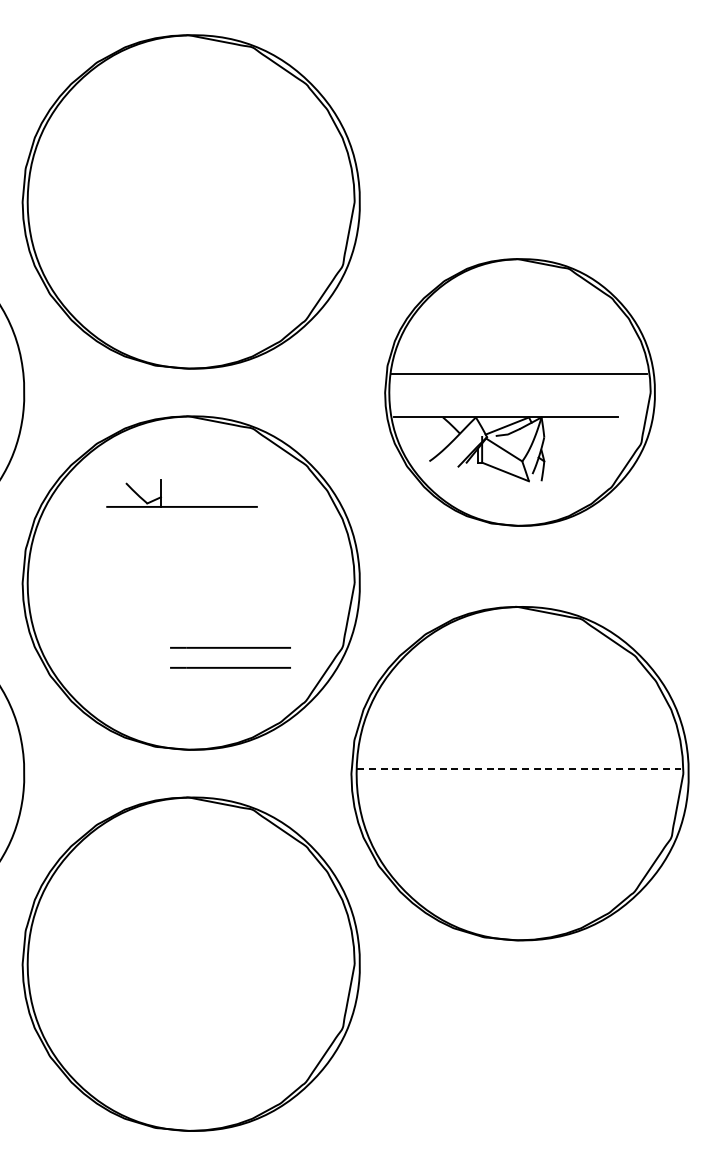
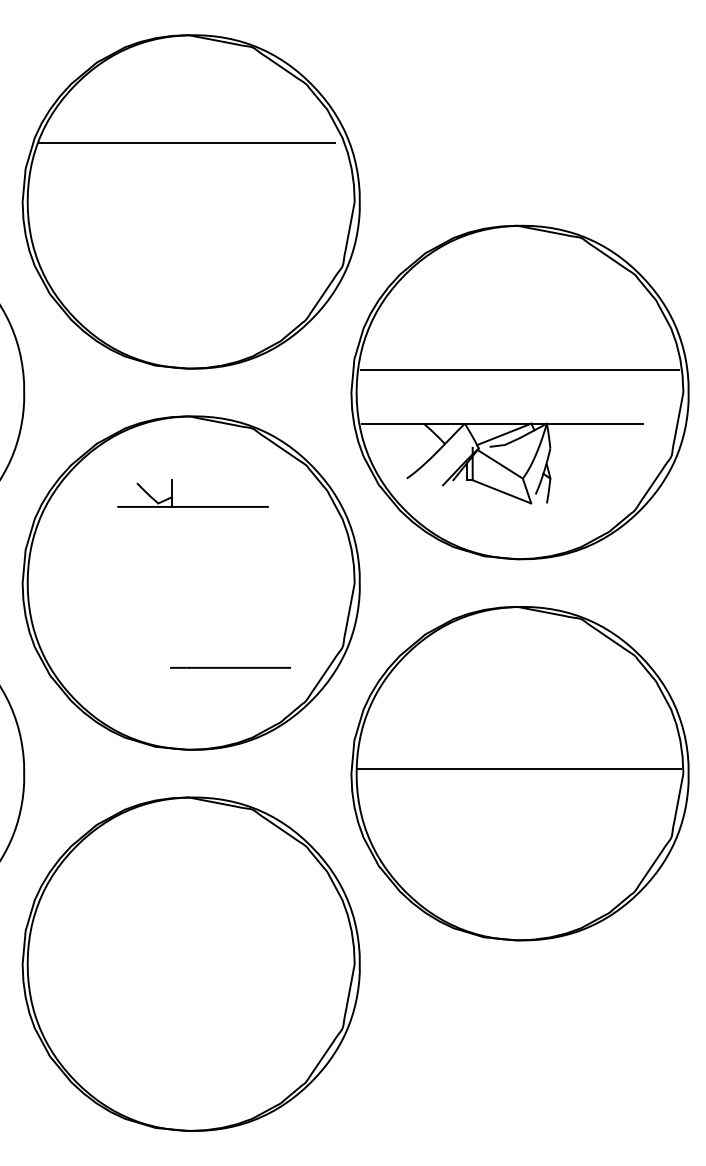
line at (186, 143): none -> present
part at (519, 392) size: 272x269 px -> 340x337 px
part at (181, 506) position: (181, 506) -> (192, 506)
line at (230, 647): present -> none
line at (519, 769): dashed -> solid
